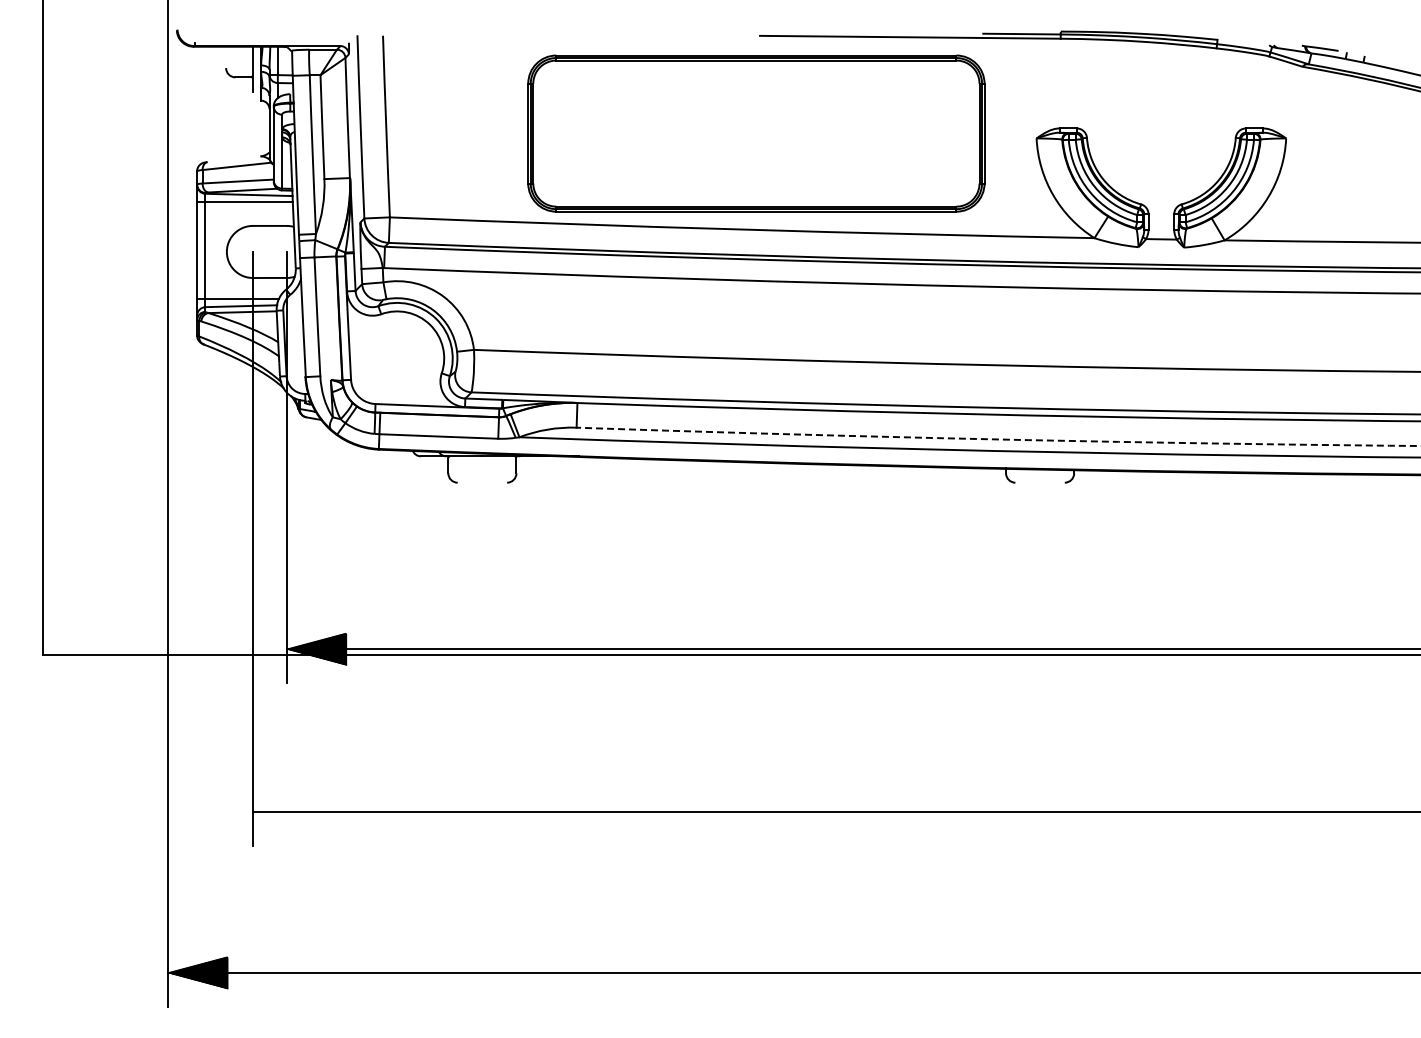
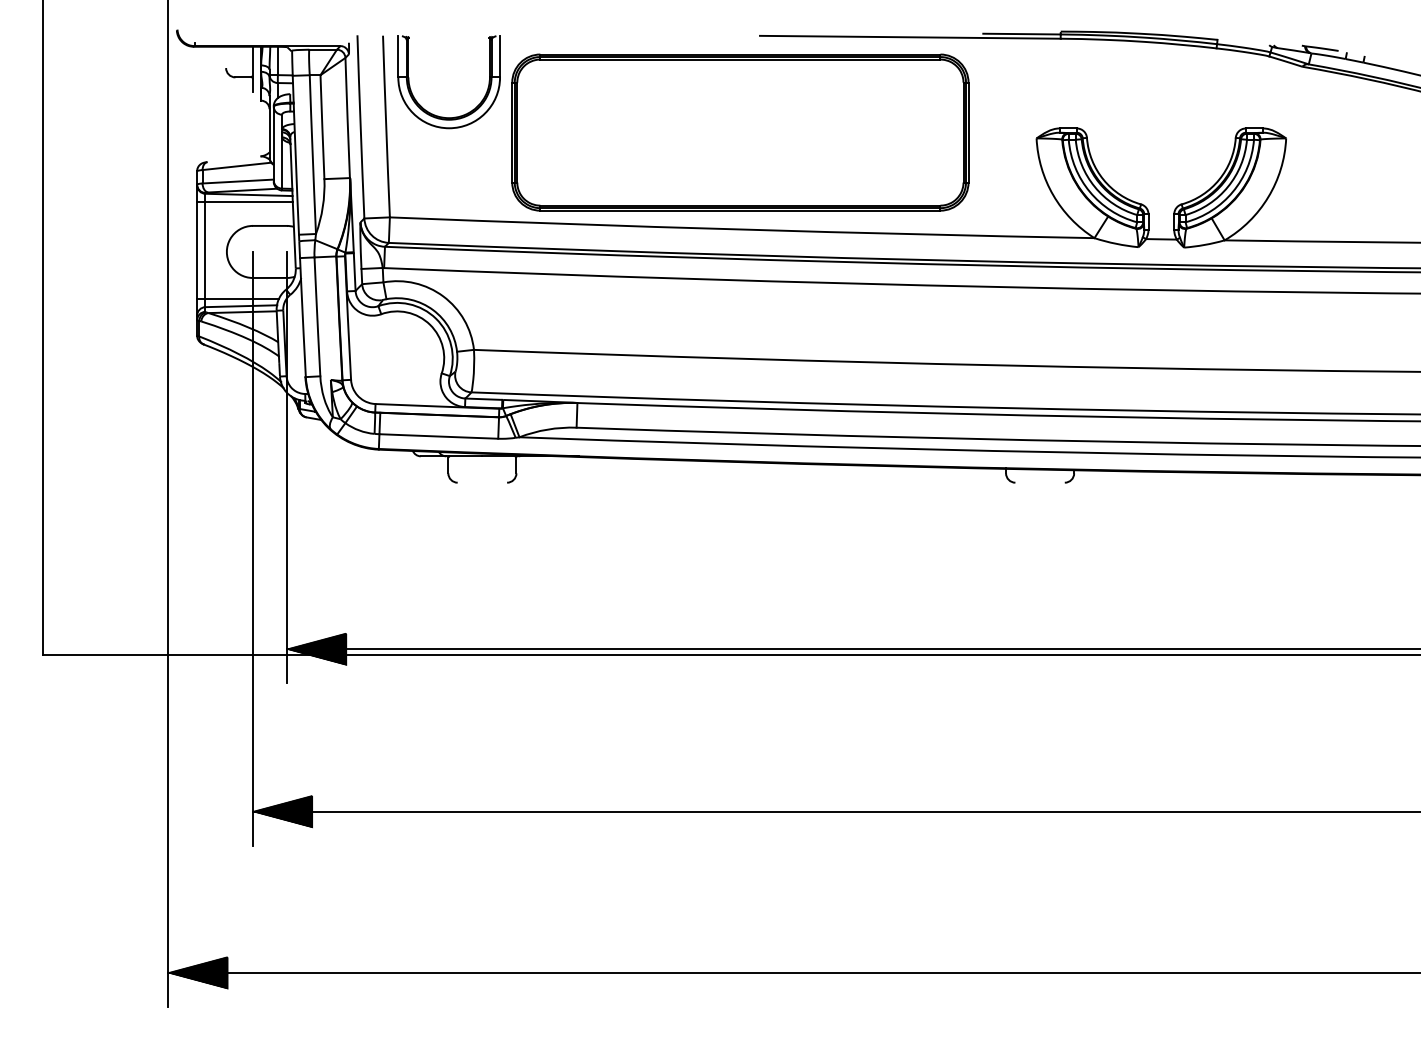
part at (443, 116): none -> present
part at (756, 133) position: (756, 133) -> (740, 132)
arc at (998, 439): dashed -> solid
hatch at (282, 811): none -> present
